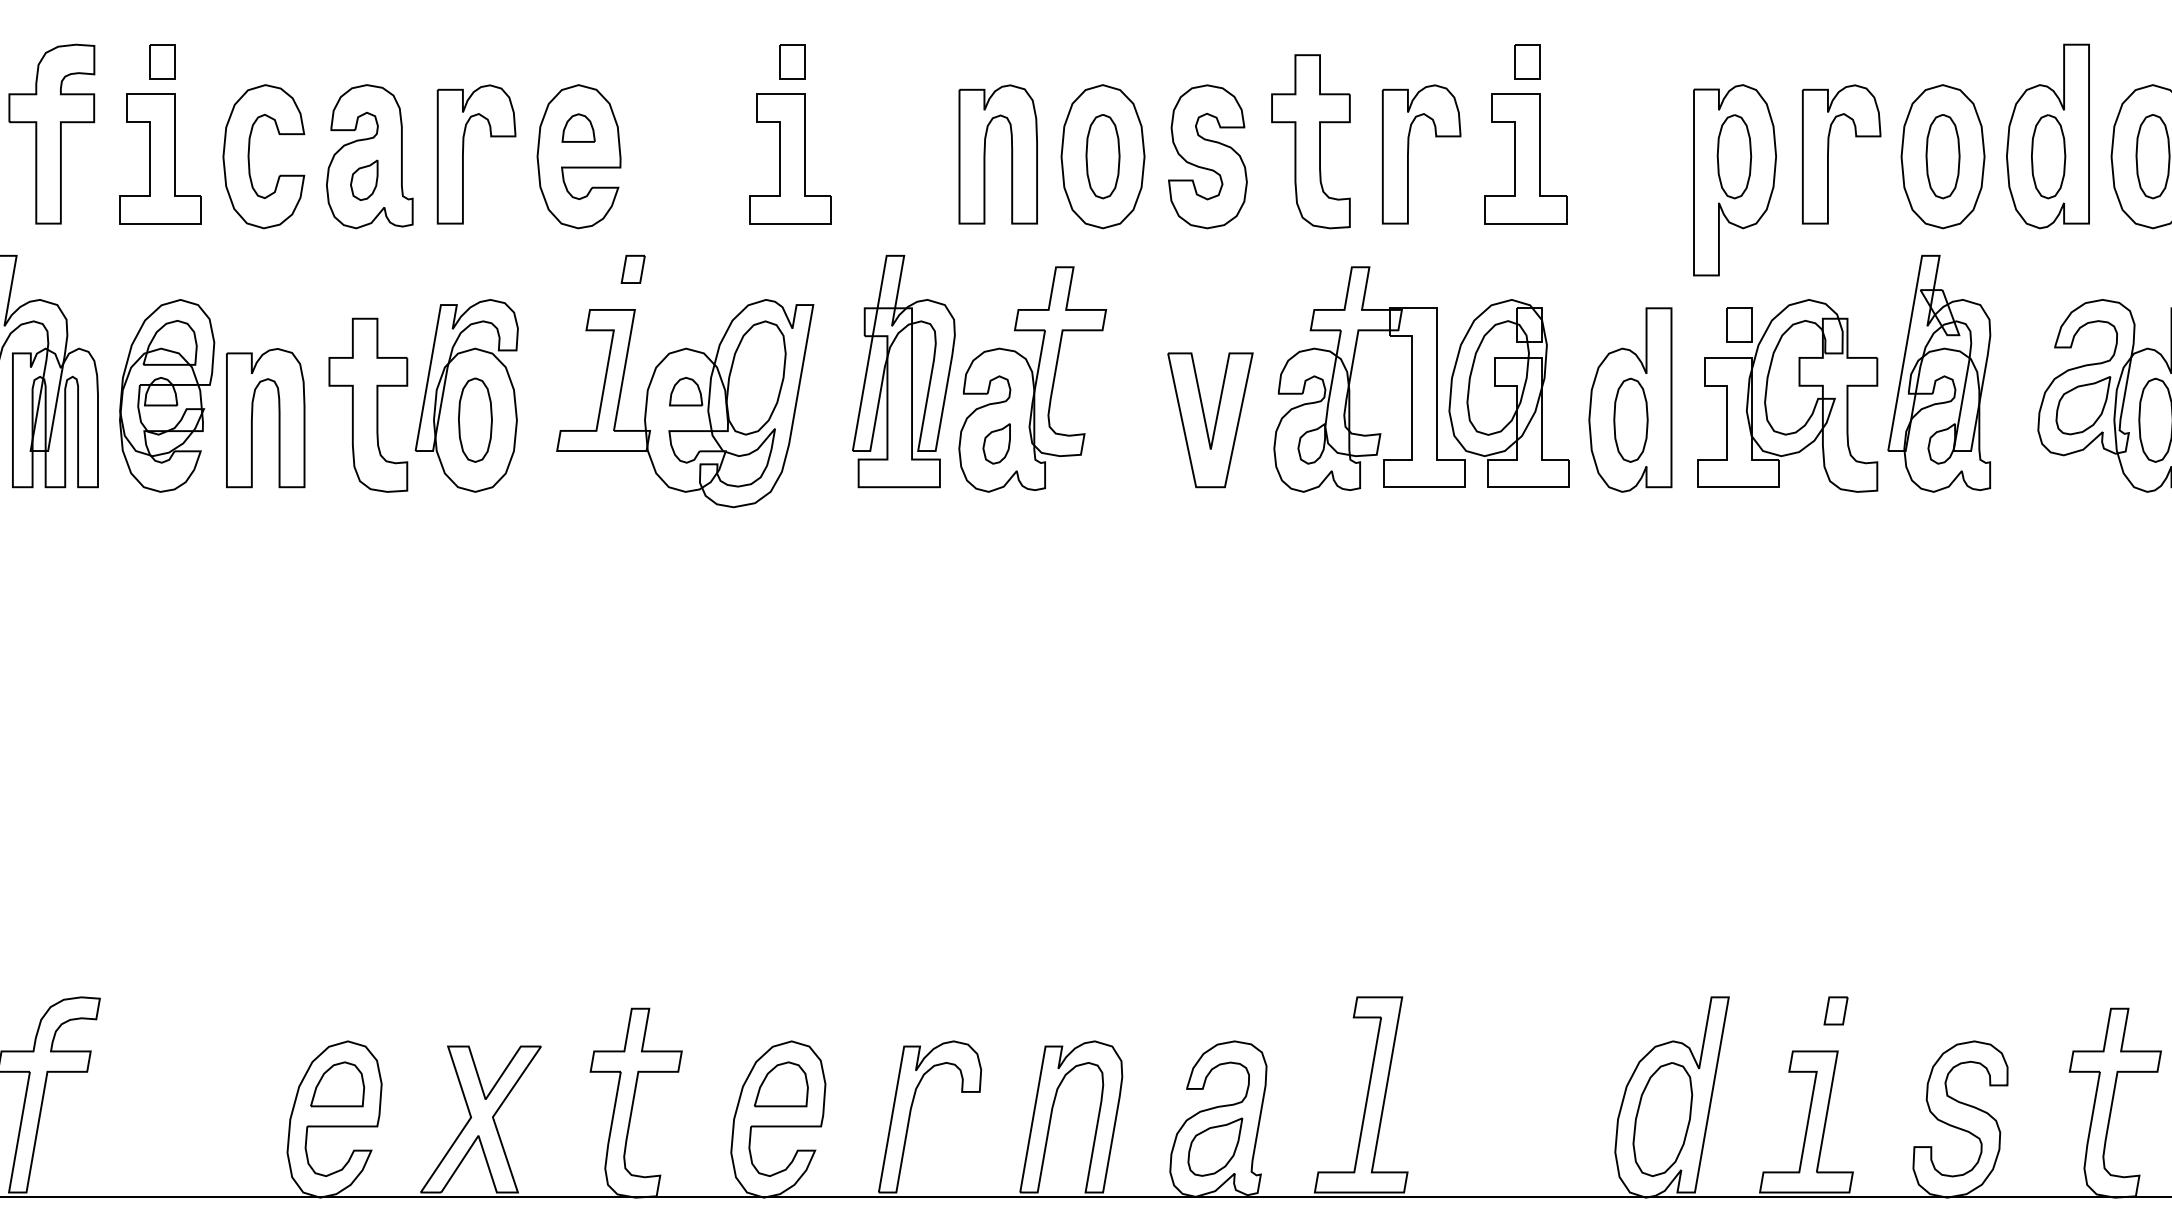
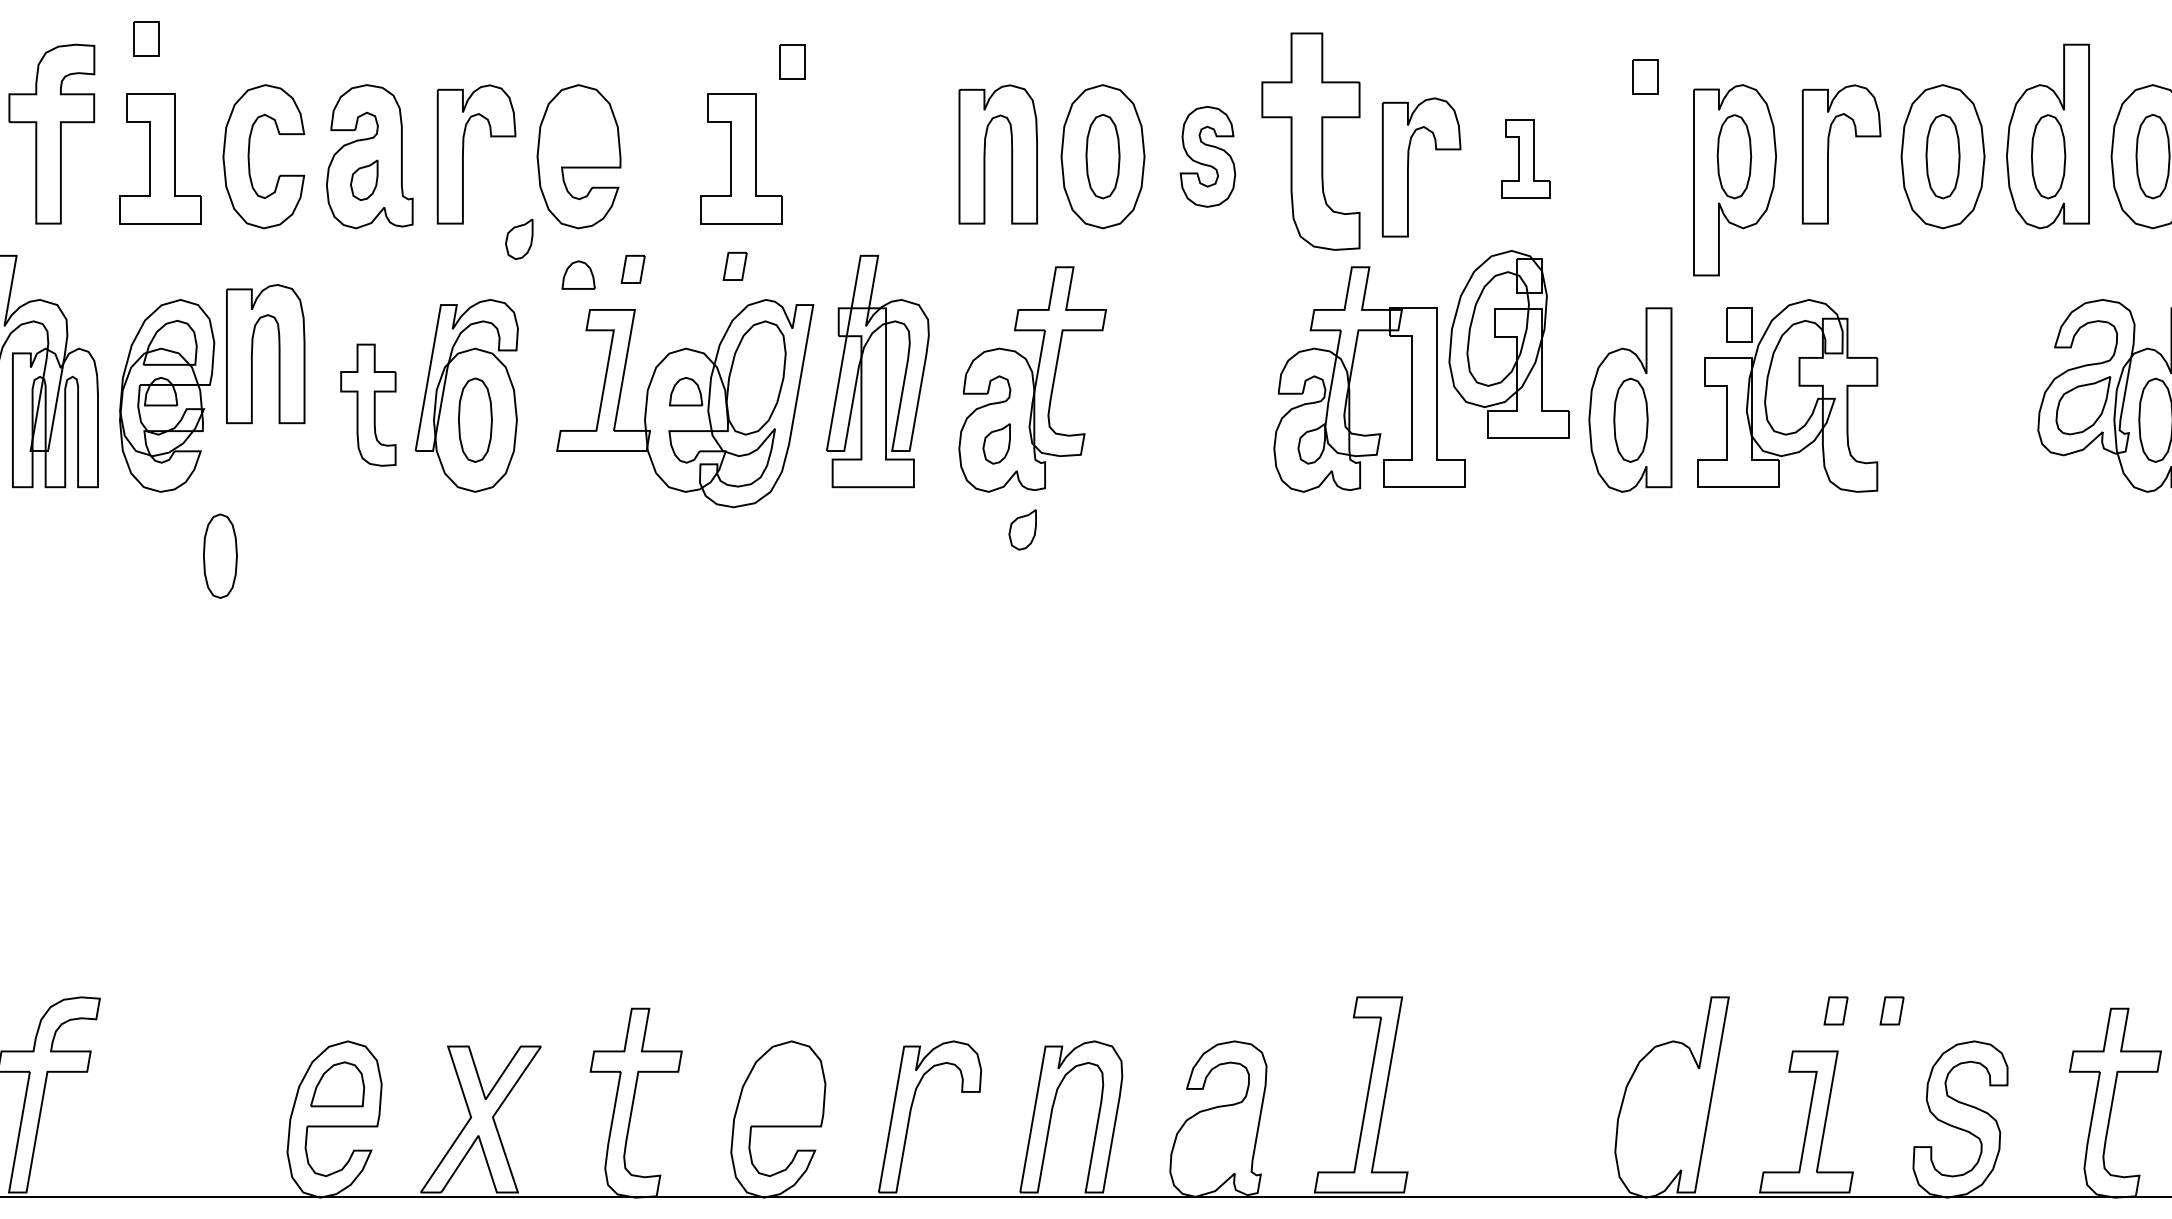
part at (162, 61) position: (162, 61) -> (146, 38)
part at (1527, 61) position: (1527, 61) -> (1645, 76)
part at (578, 127) position: (578, 127) -> (578, 274)
part at (1310, 141) size: 80x176 px -> 100x219 px
part at (1408, 154) position: (1408, 154) -> (1408, 167)
part at (1207, 156) size: 80x146 px -> 58x102 px
part at (790, 158) position: (790, 158) -> (741, 158)
part at (1525, 158) size: 84x132 px -> 50x80 px
part at (519, 238): none -> present
part at (734, 265): none -> present
part at (903, 371) position: (903, 371) -> (877, 371)
part at (1939, 373): present -> none
part at (1508, 393) position: (1508, 393) -> (1508, 344)
part at (368, 404) size: 81x176 px -> 57x124 px
part at (252, 418) position: (252, 418) -> (252, 354)
part at (1210, 420): present -> none
part at (1022, 529): none -> present
part at (220, 555): none -> present
part at (1891, 1010): none -> present
part at (781, 1084): present -> none
part at (1662, 1119): present -> none
part at (1215, 1146): present -> none
